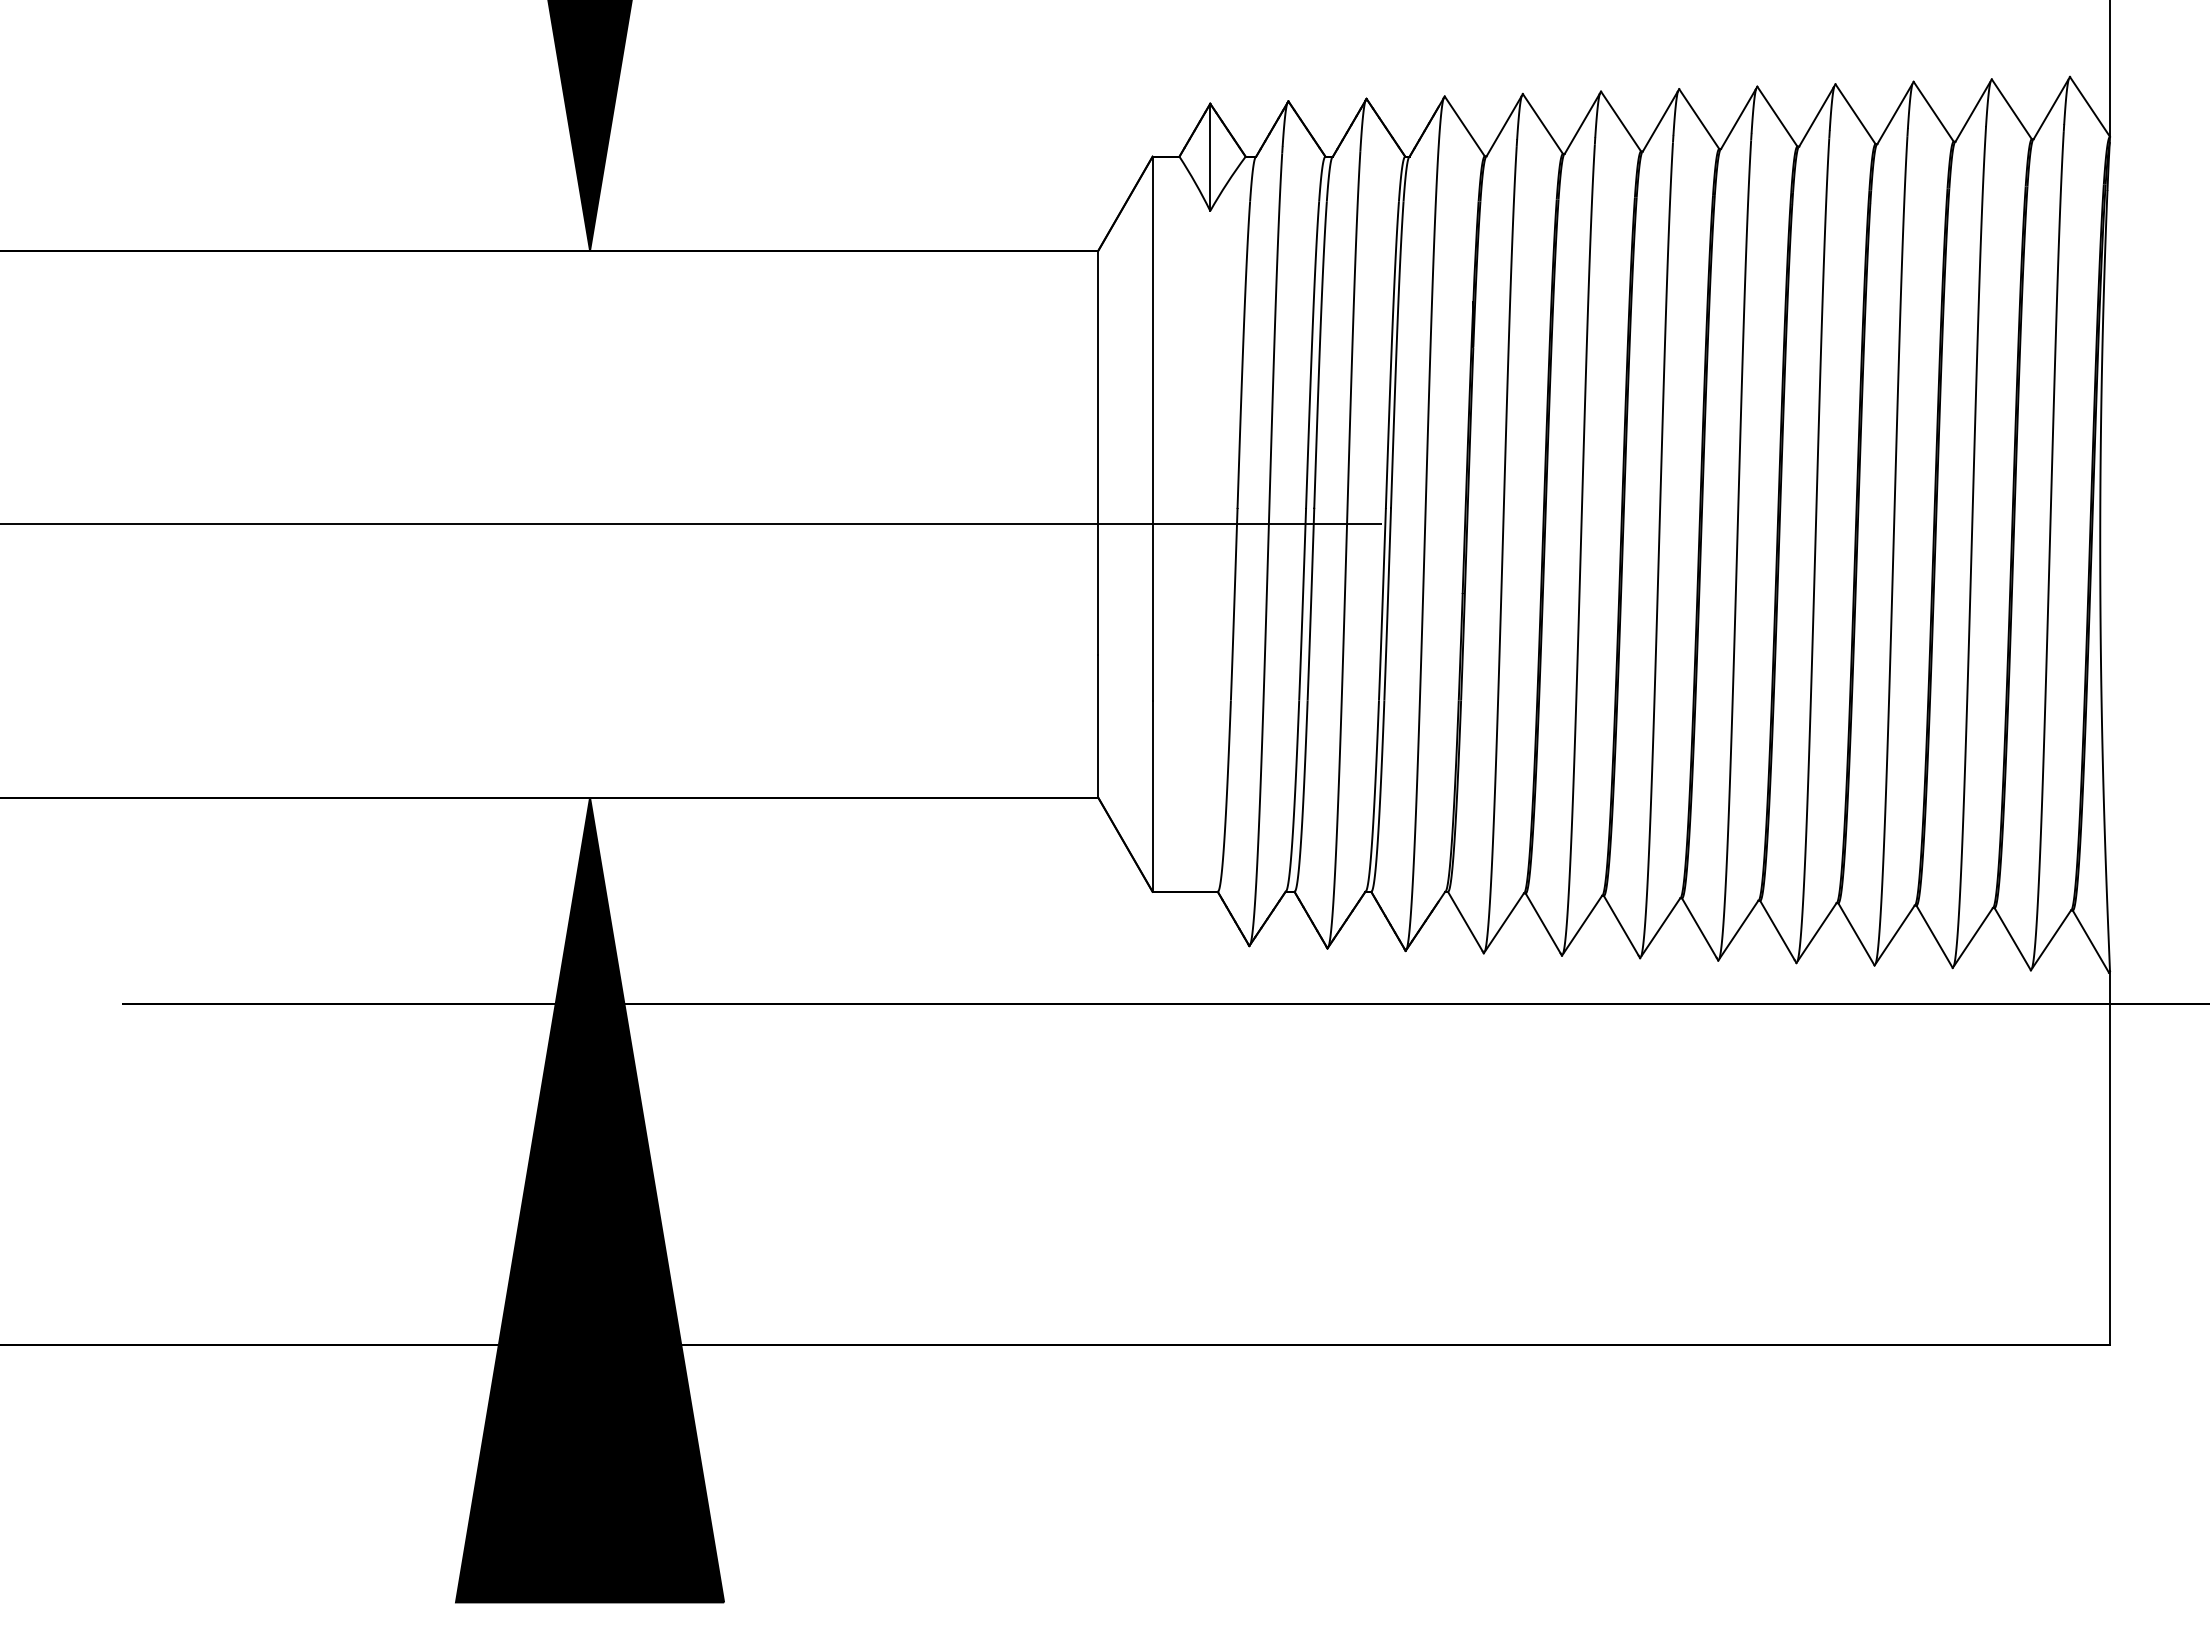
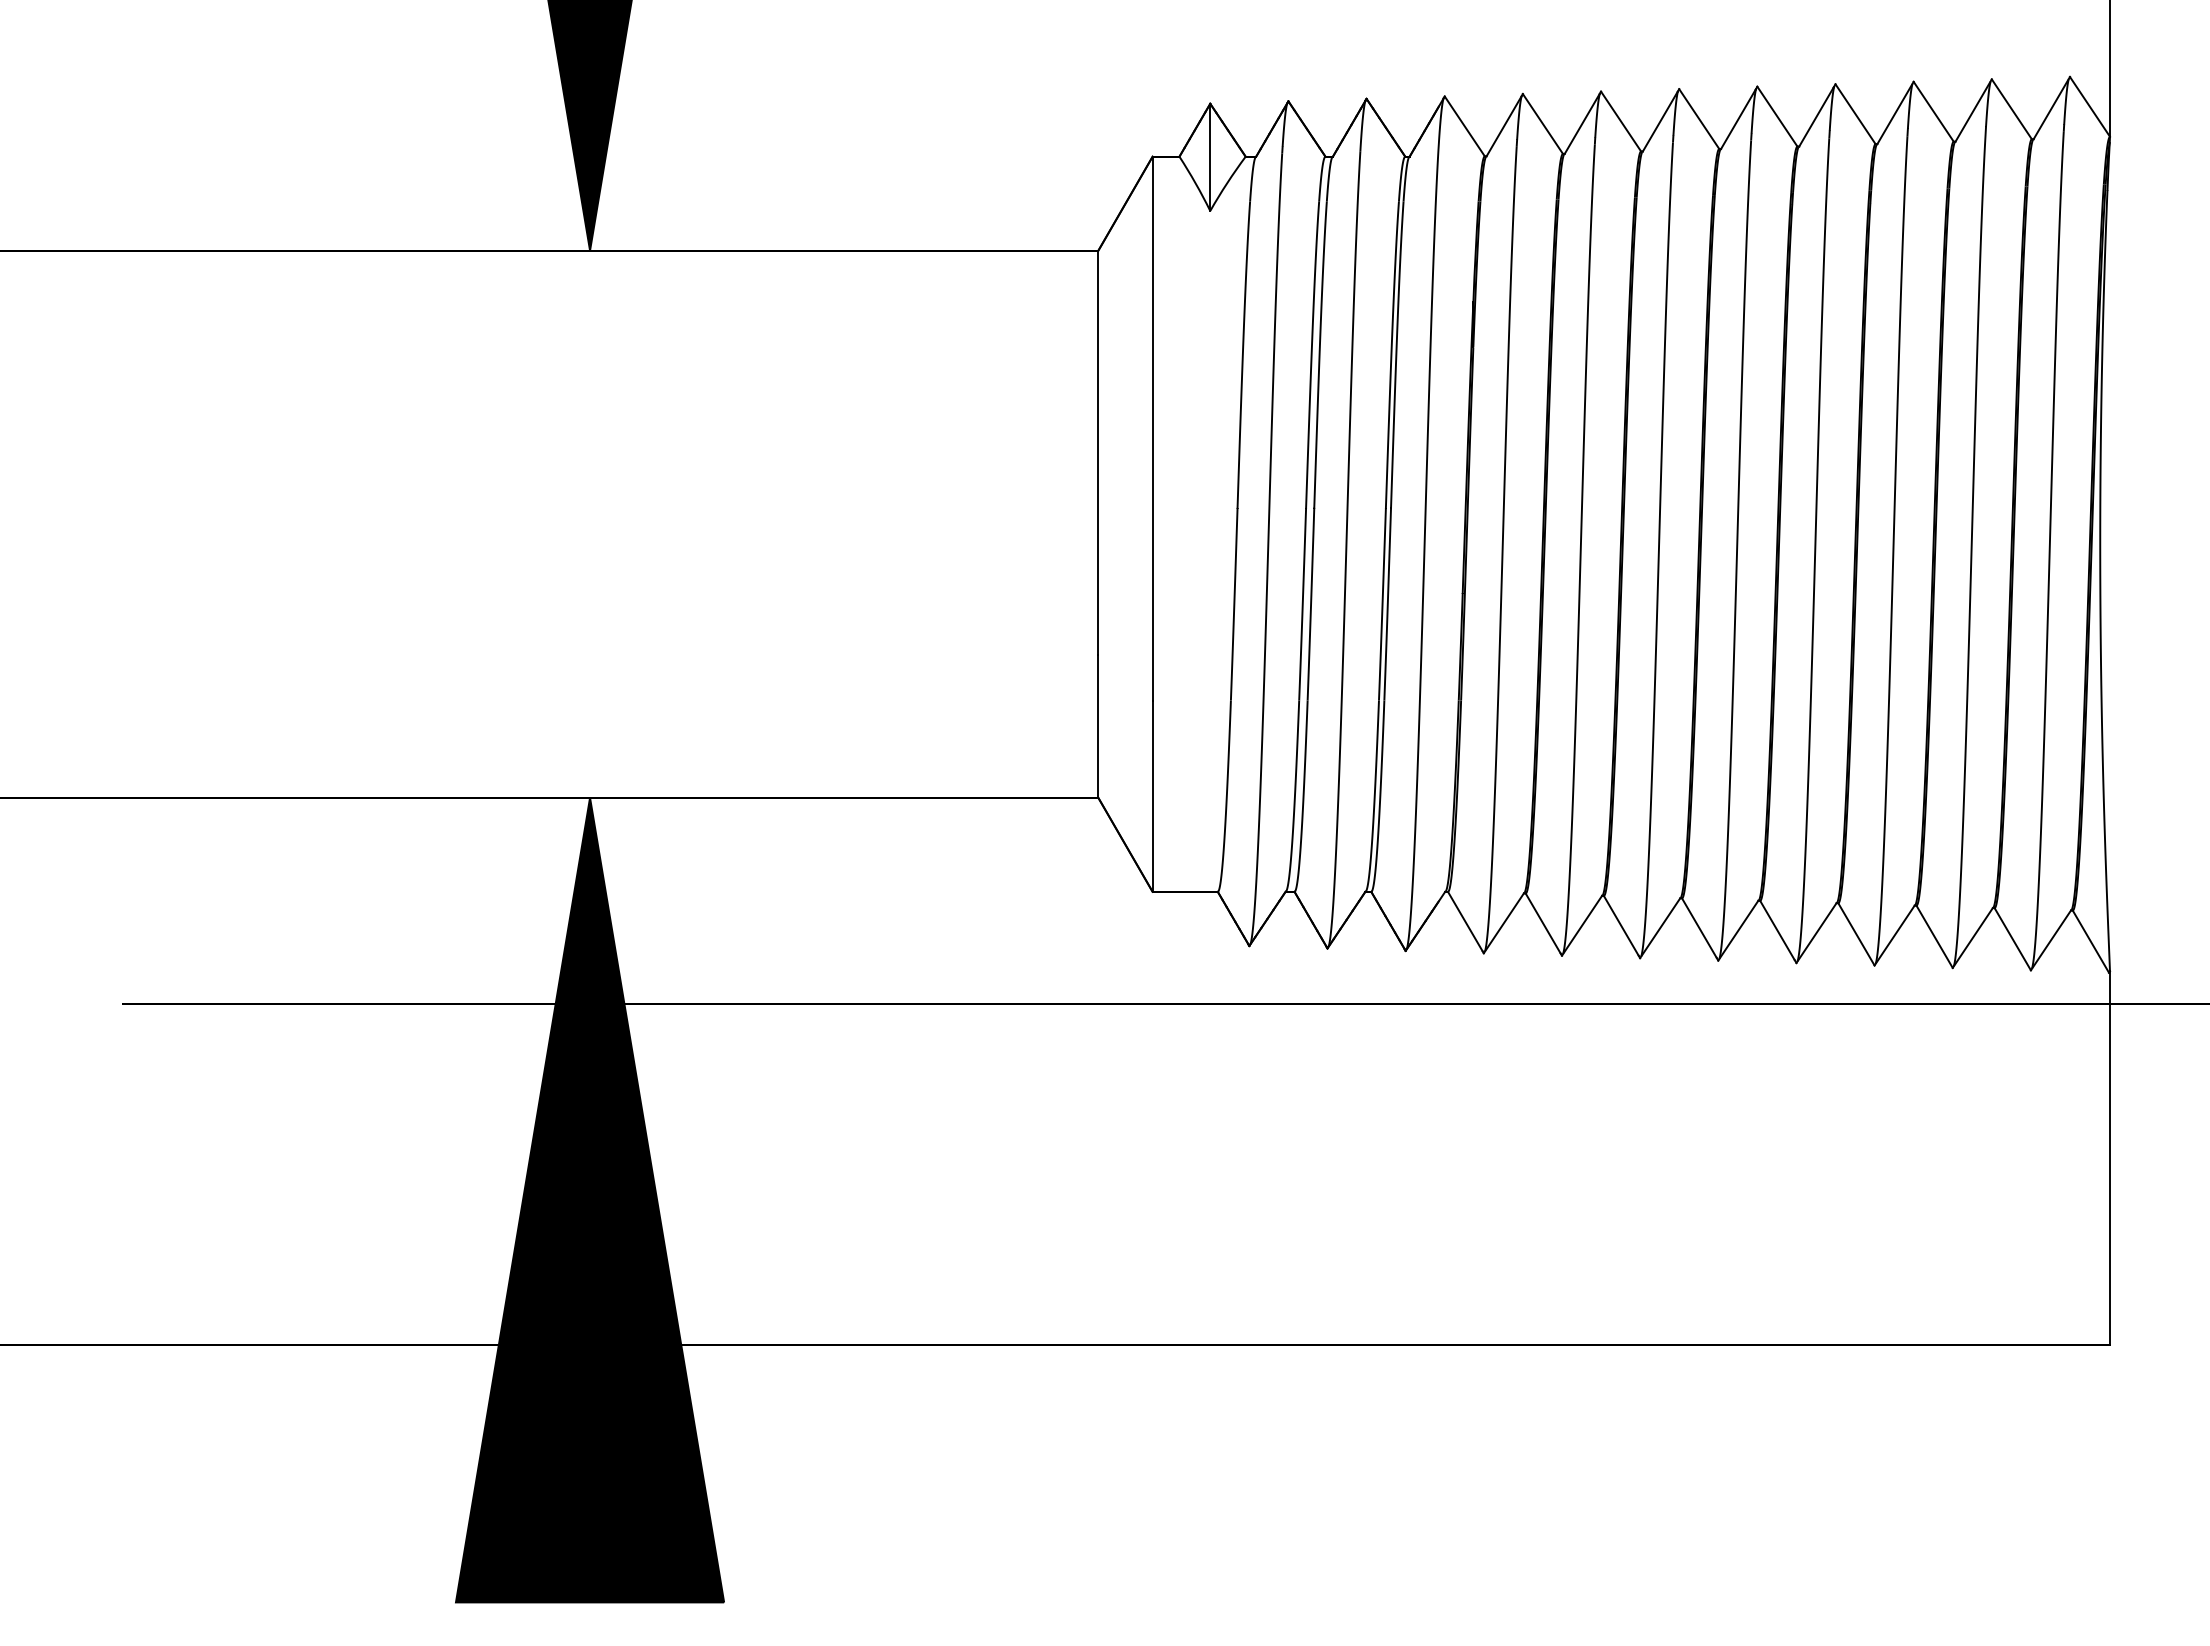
line at (691, 524): present -> none
